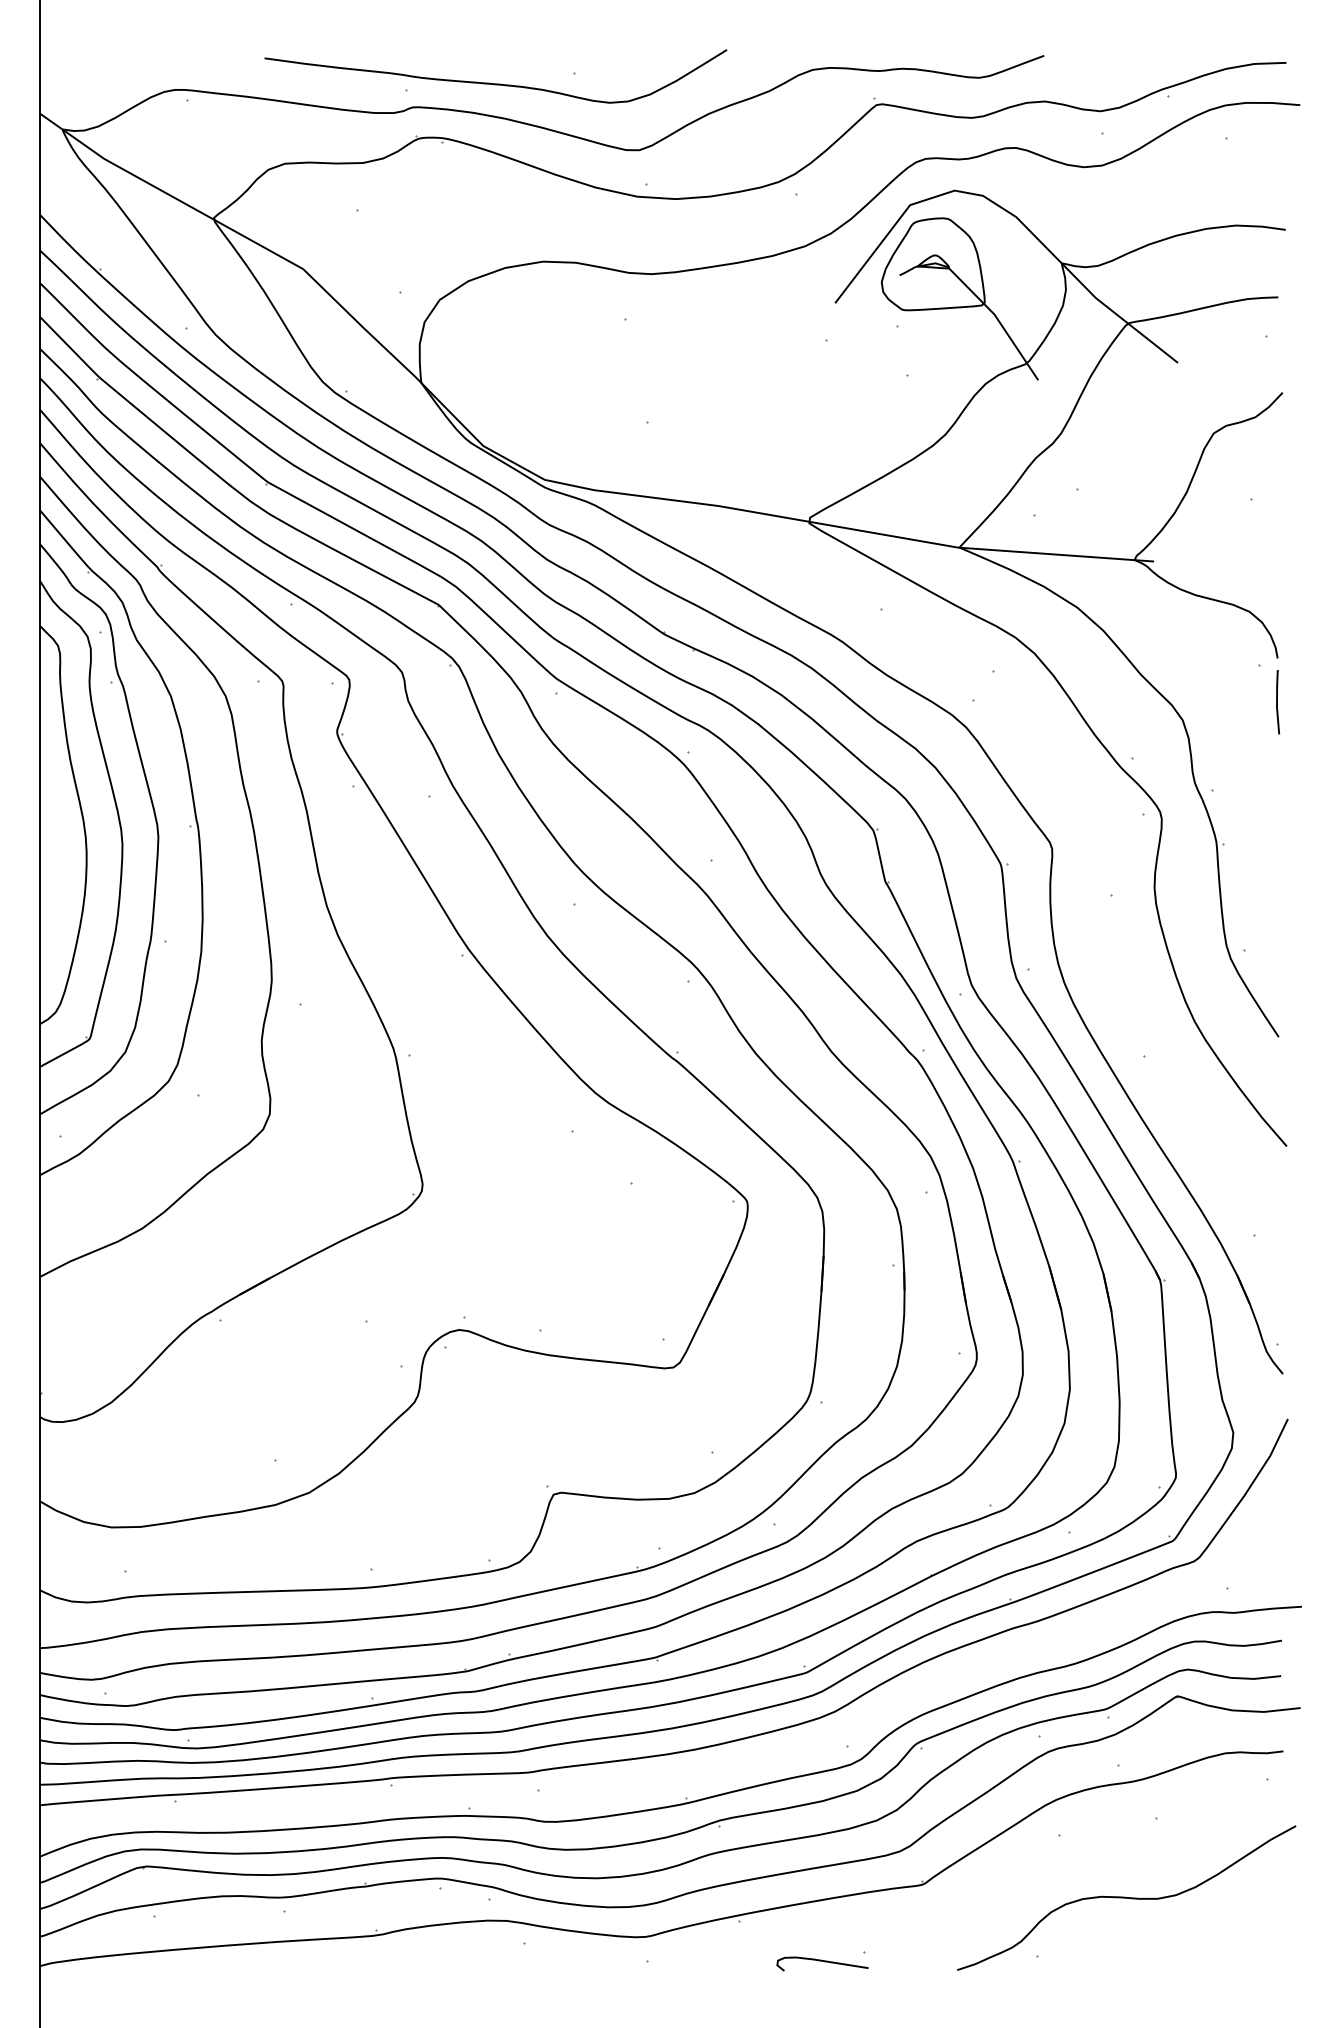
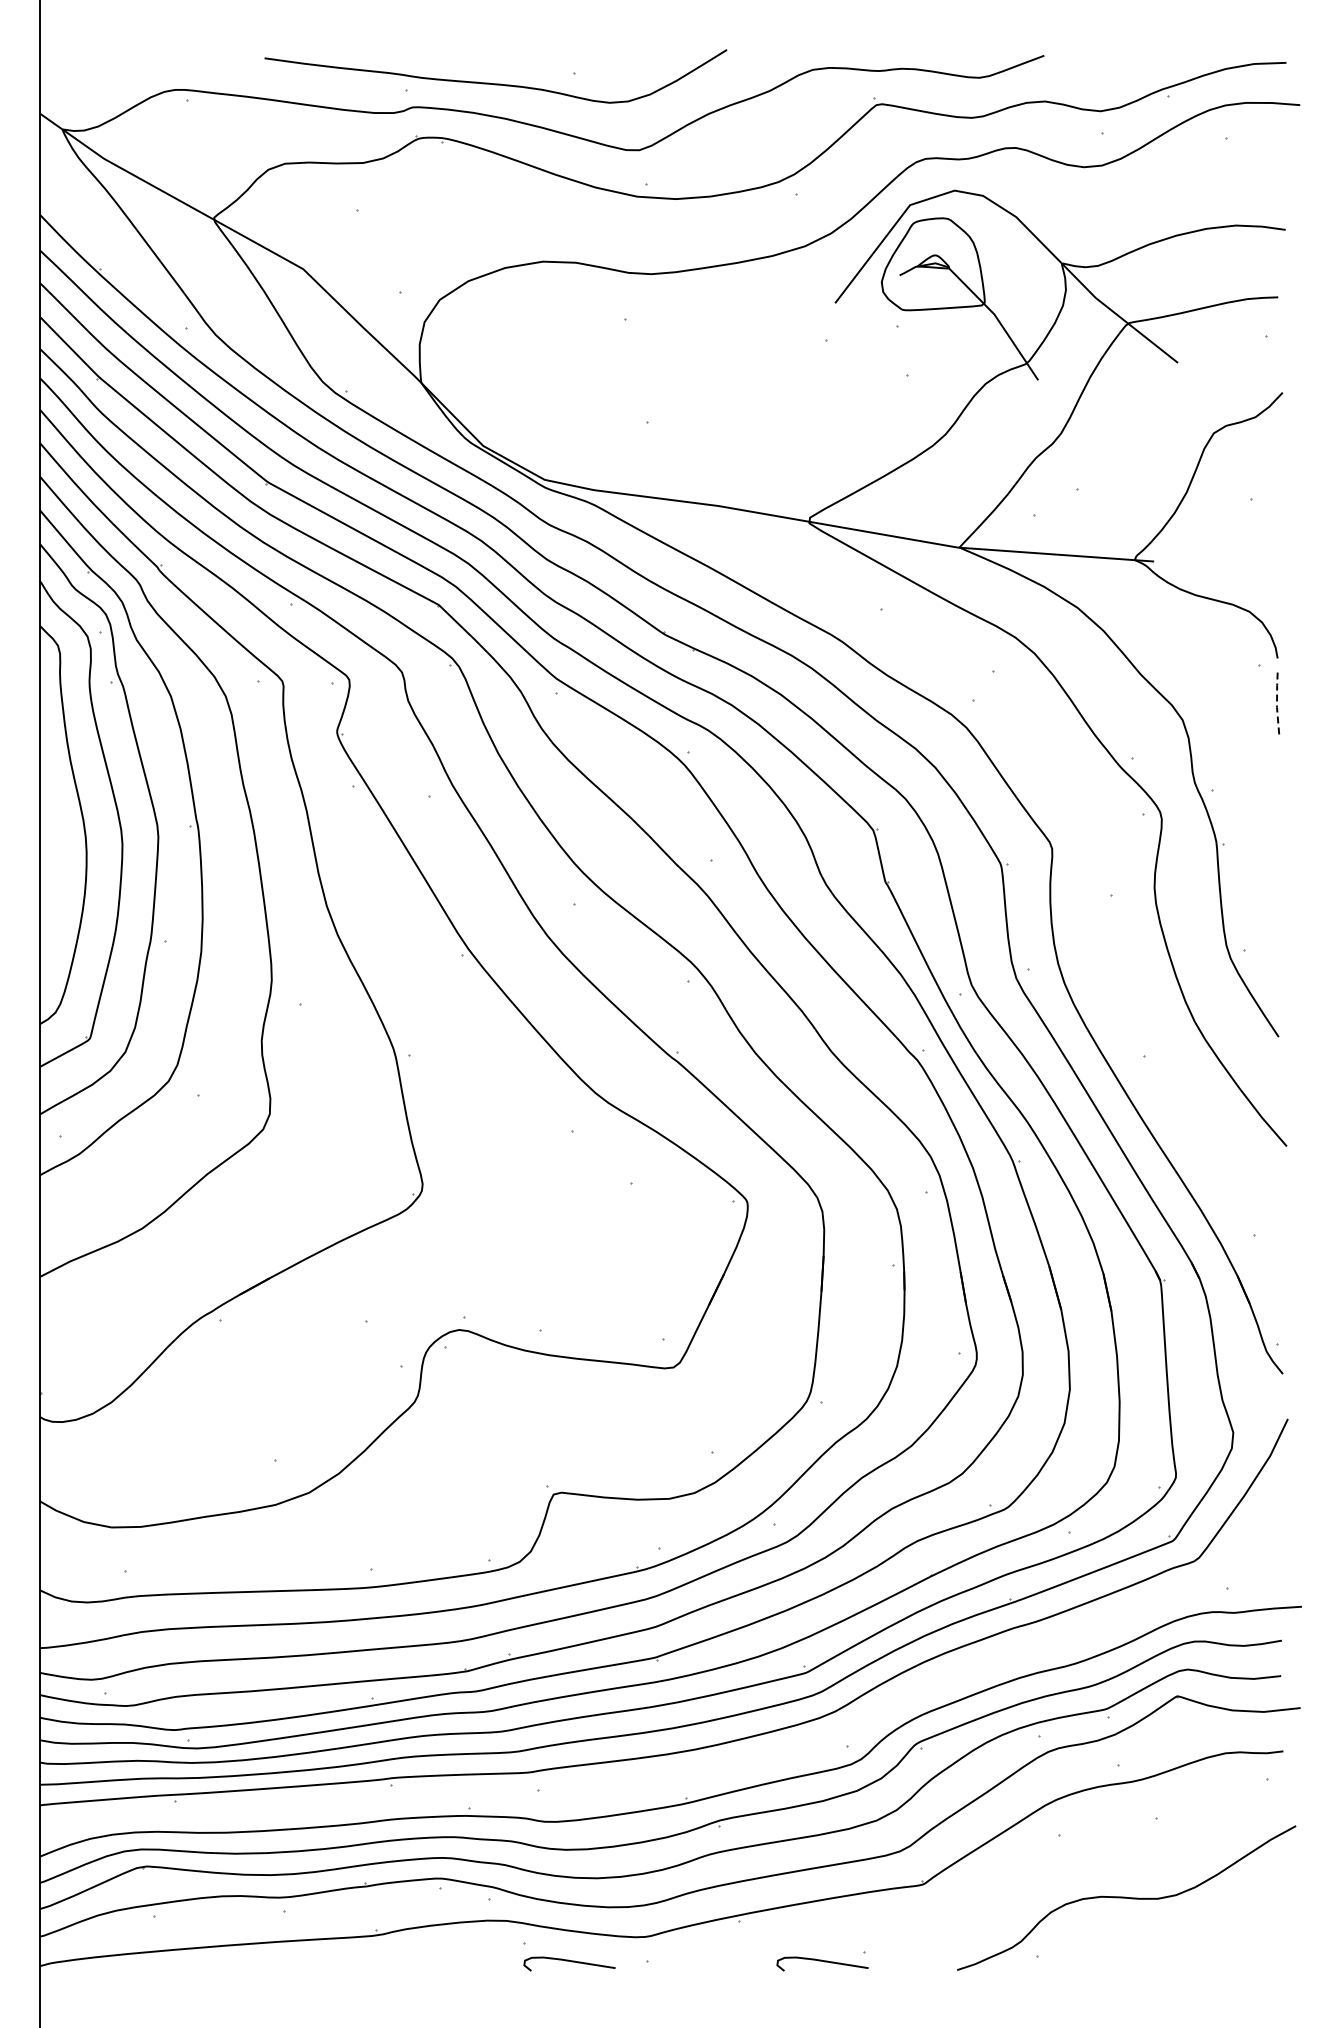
line at (1277, 701): solid -> dashed
curve at (569, 1961): none -> present
